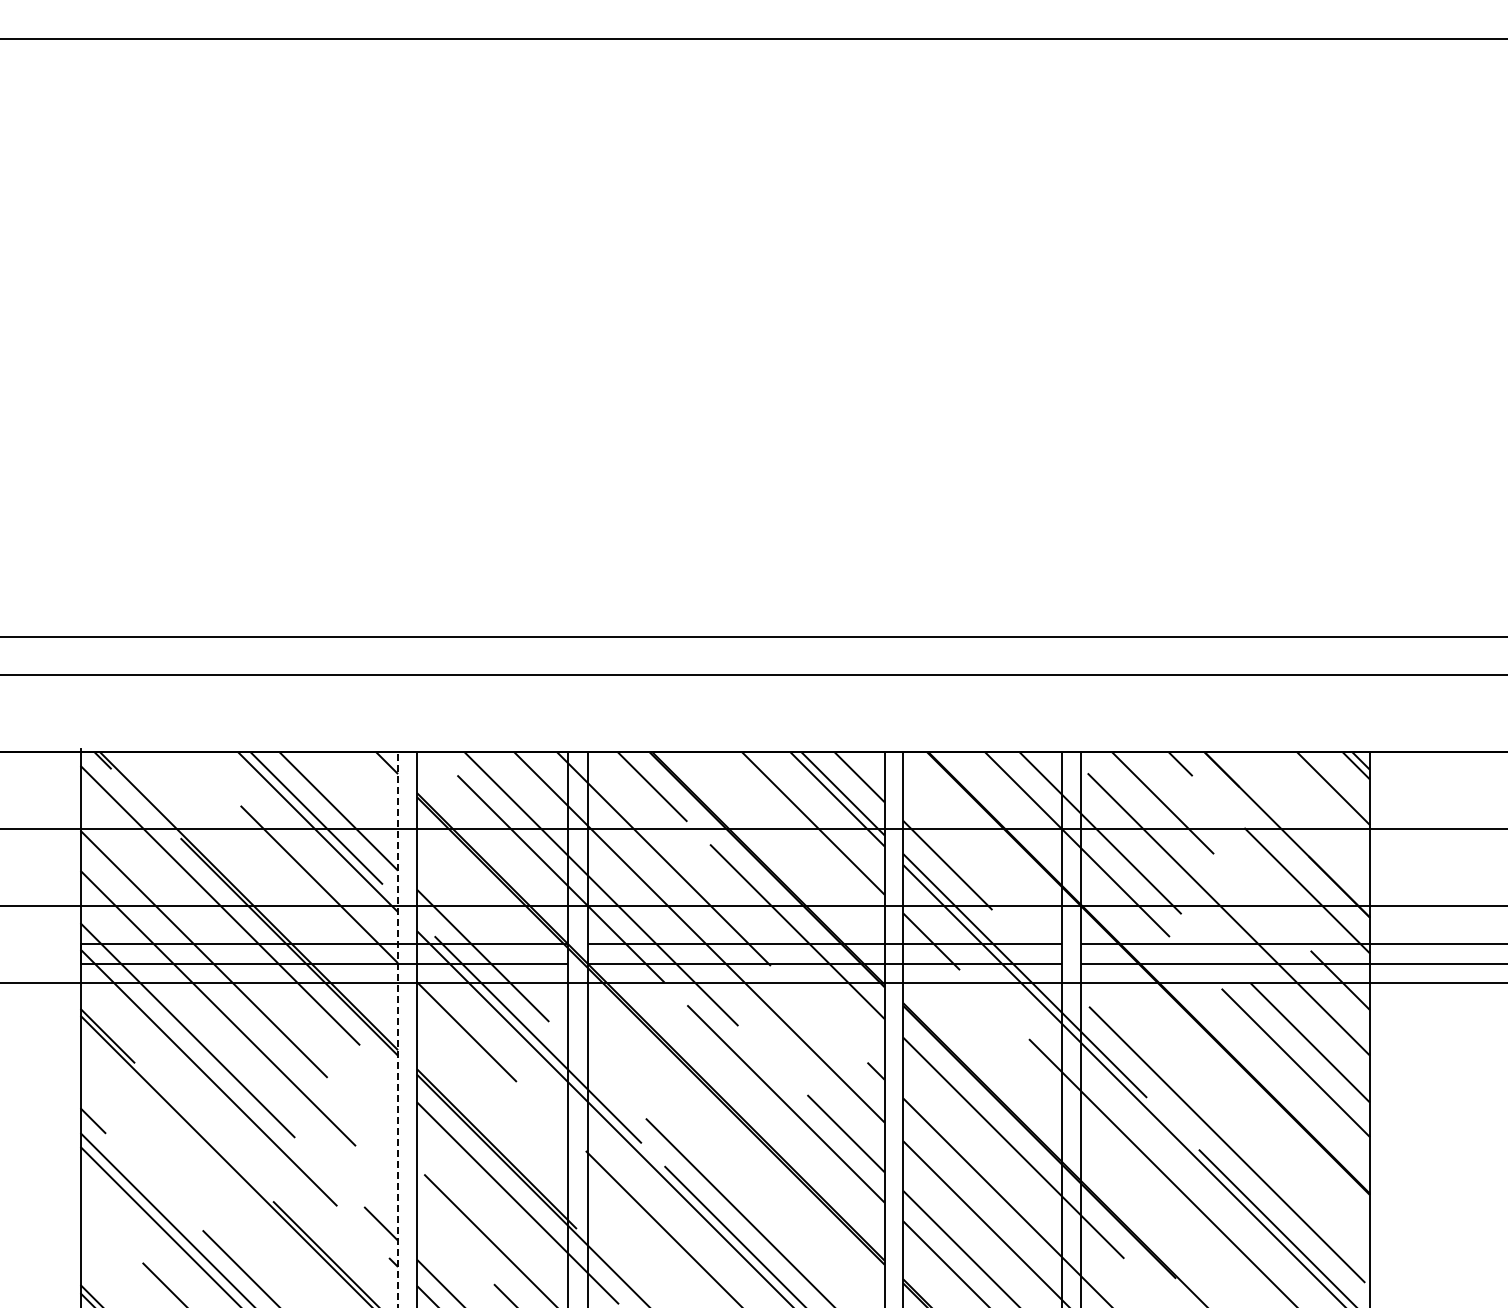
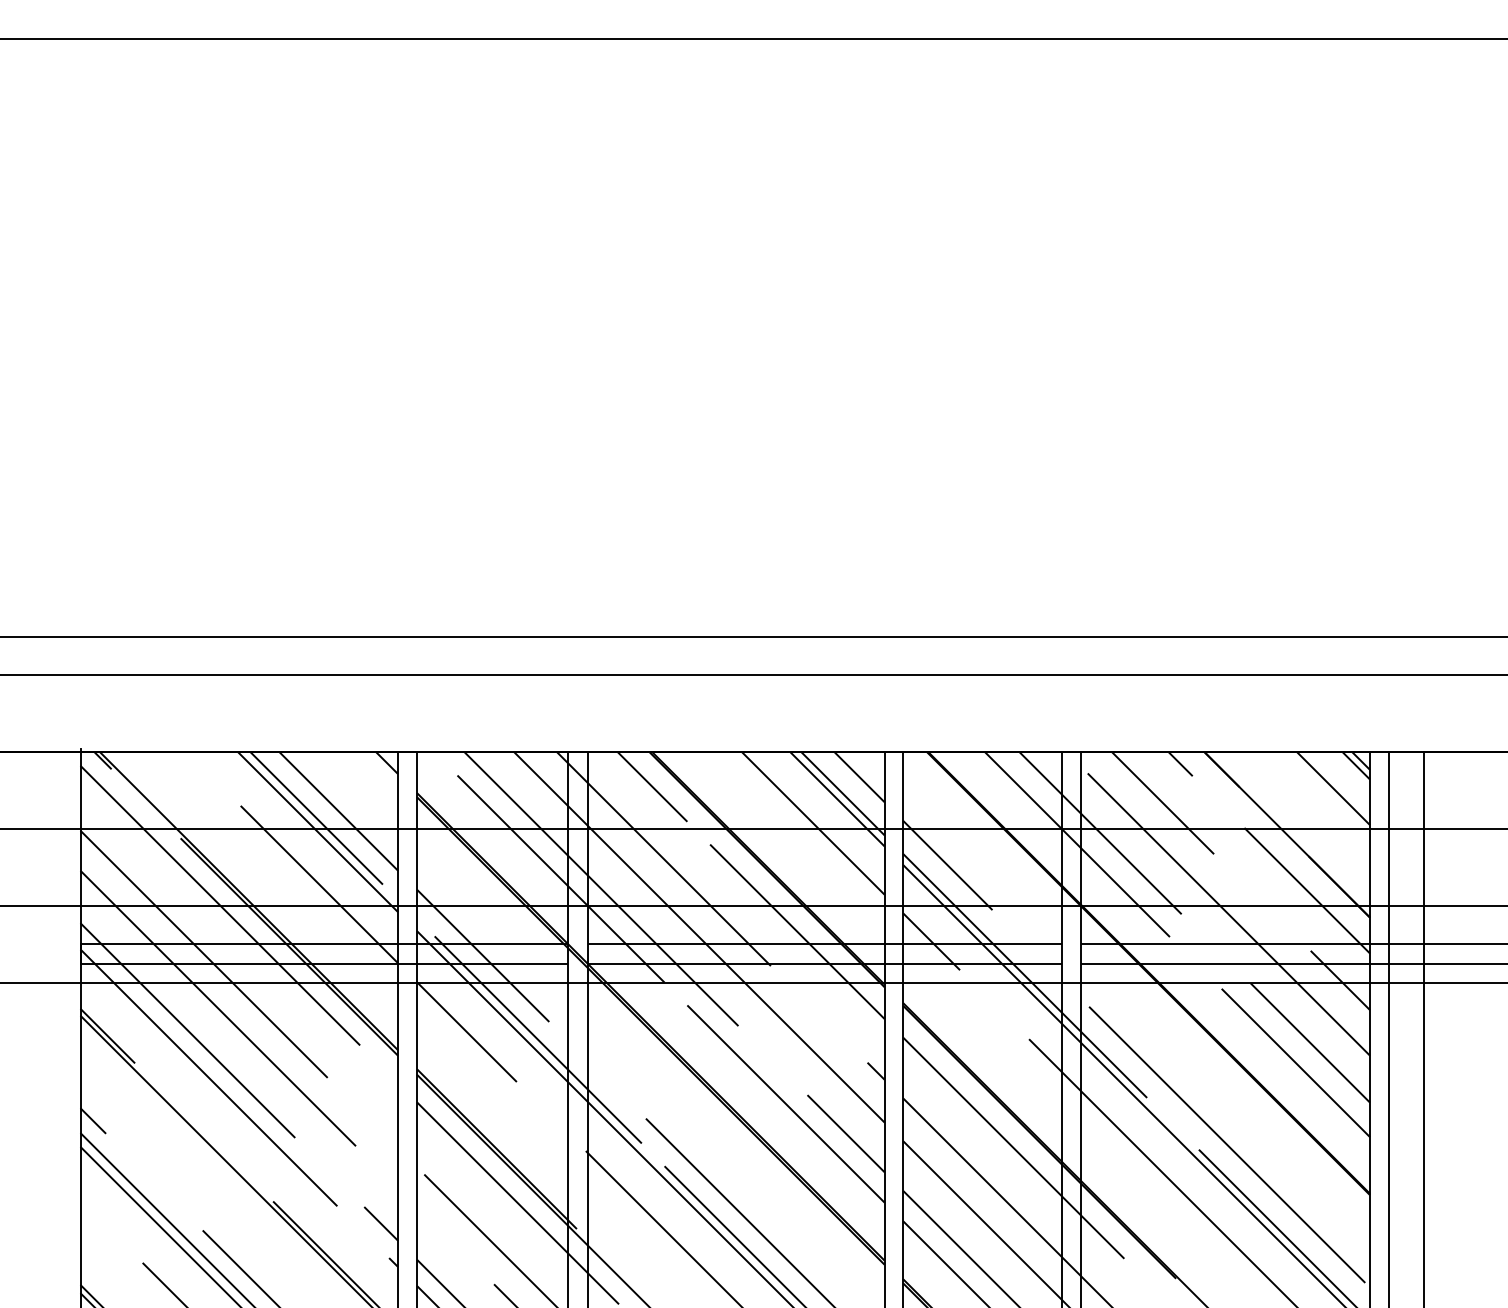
line at (1389, 1028): none -> present
line at (1423, 1028): none -> present
line at (398, 1030): dashed -> solid
